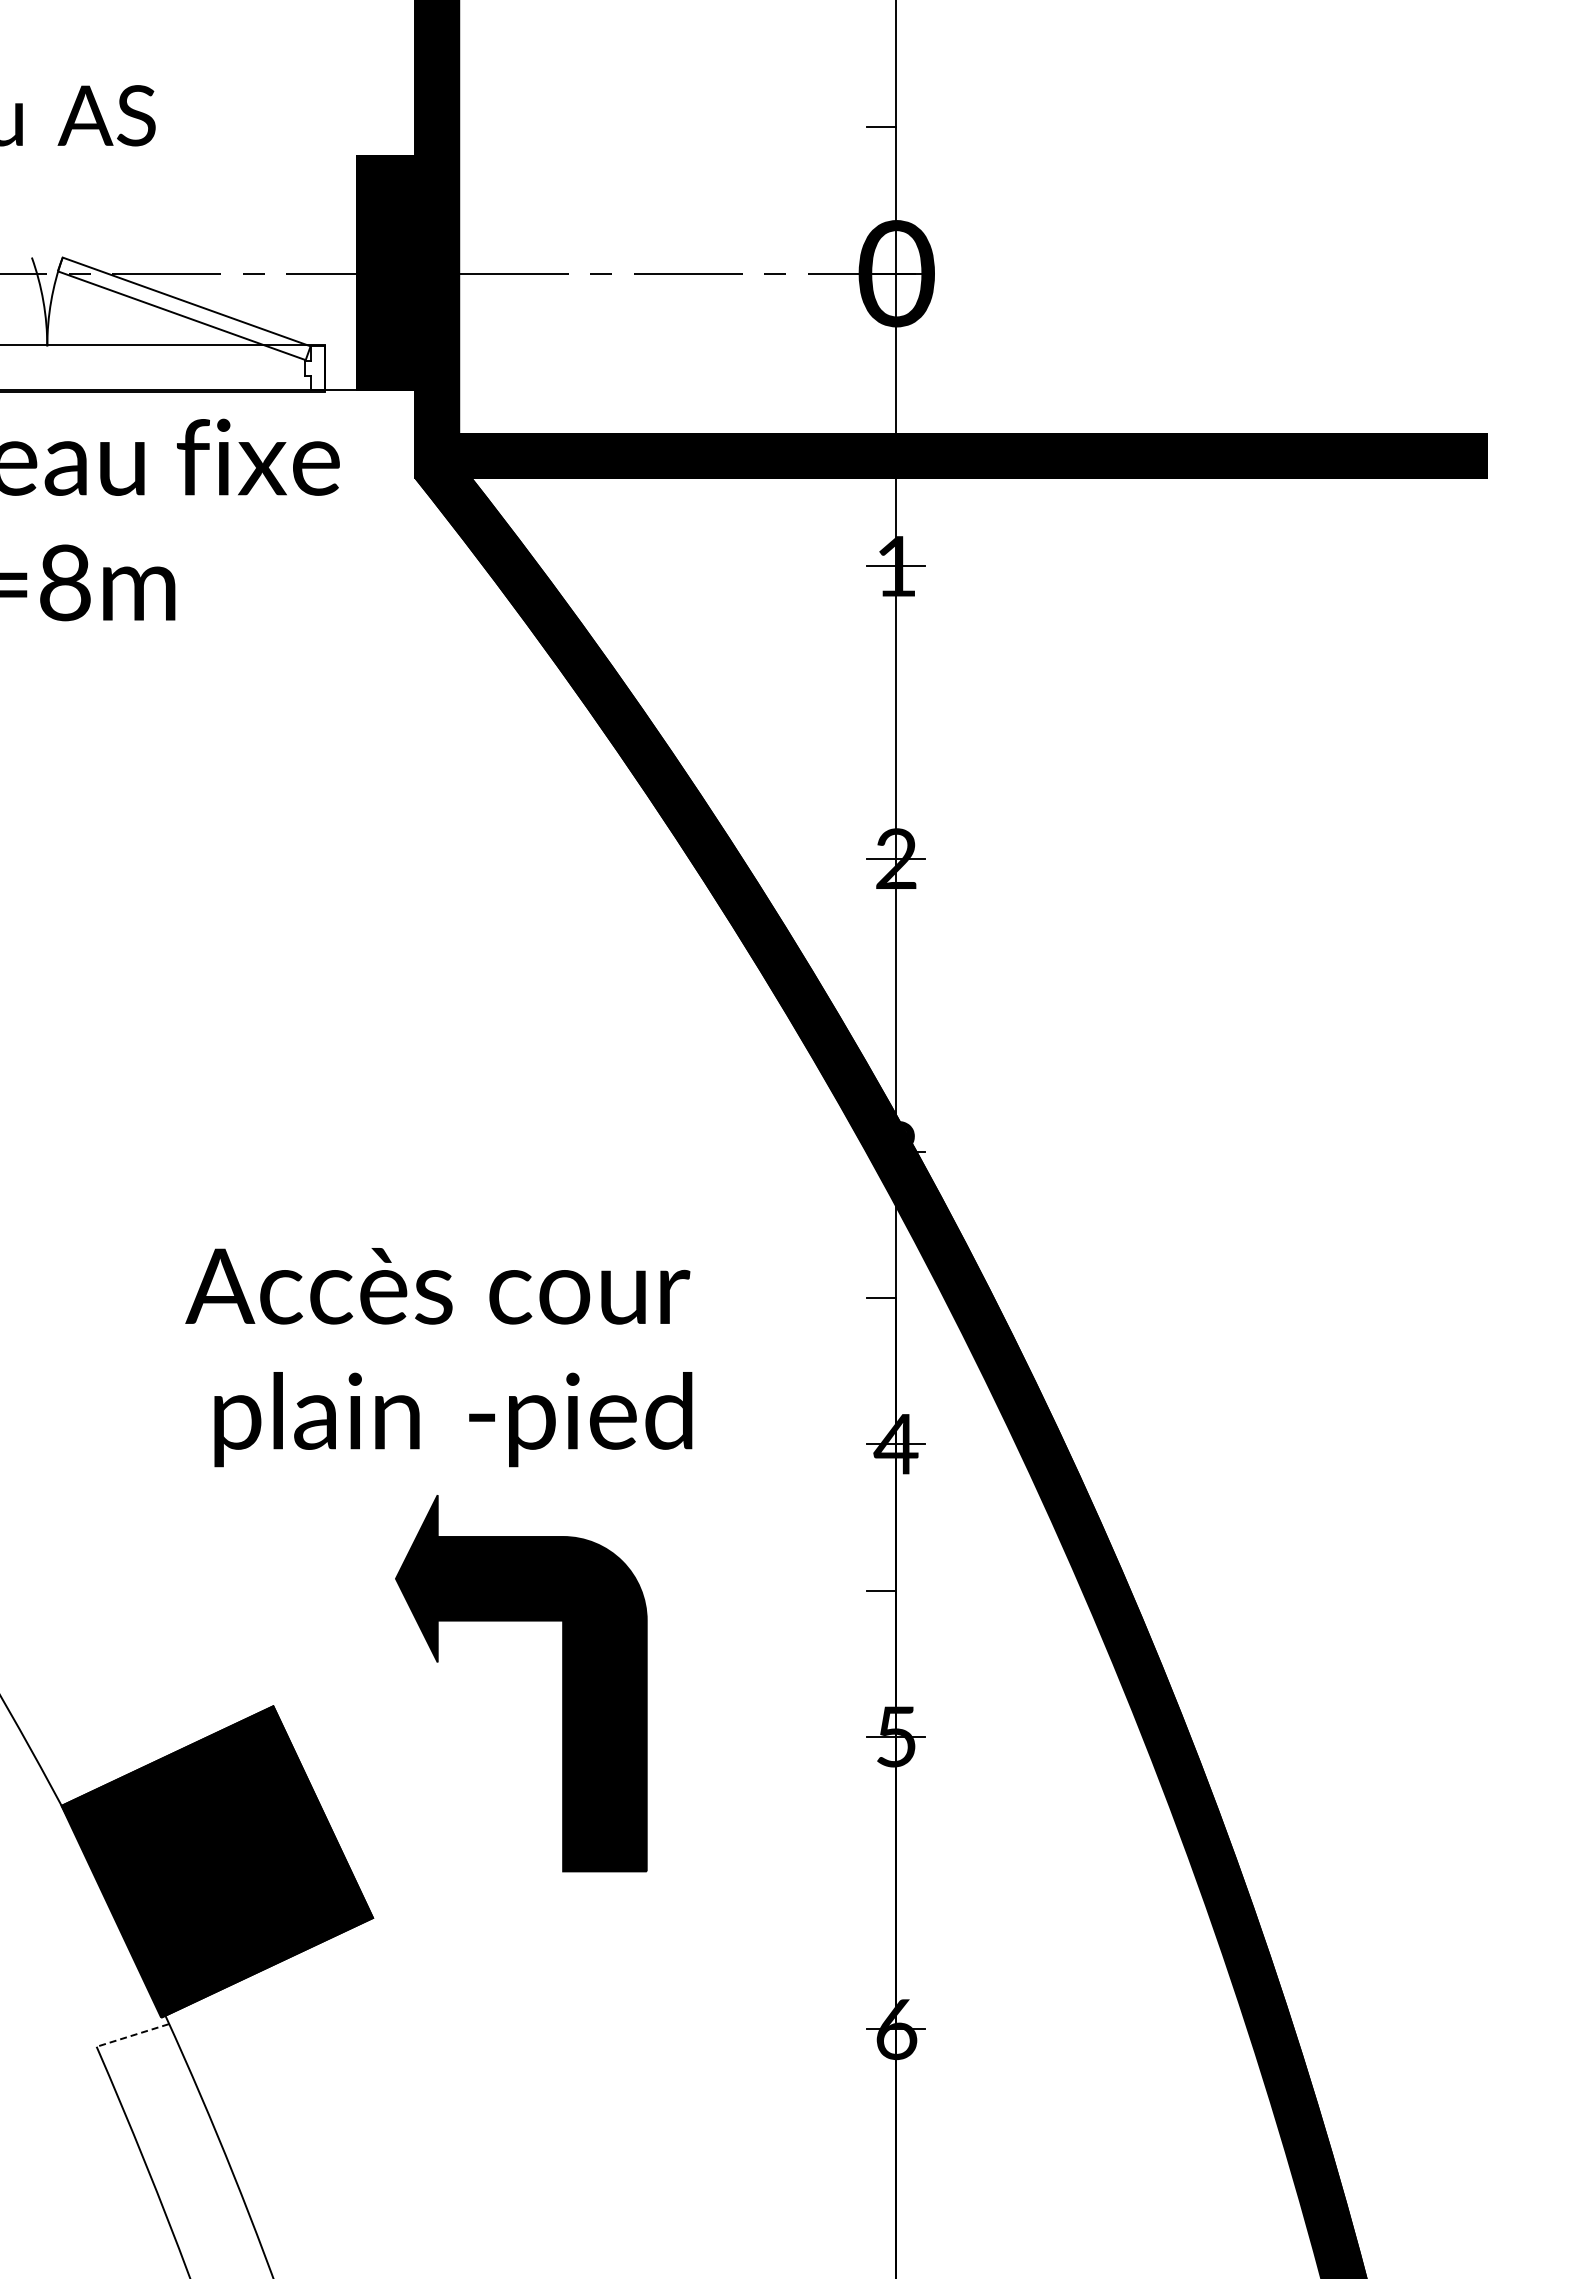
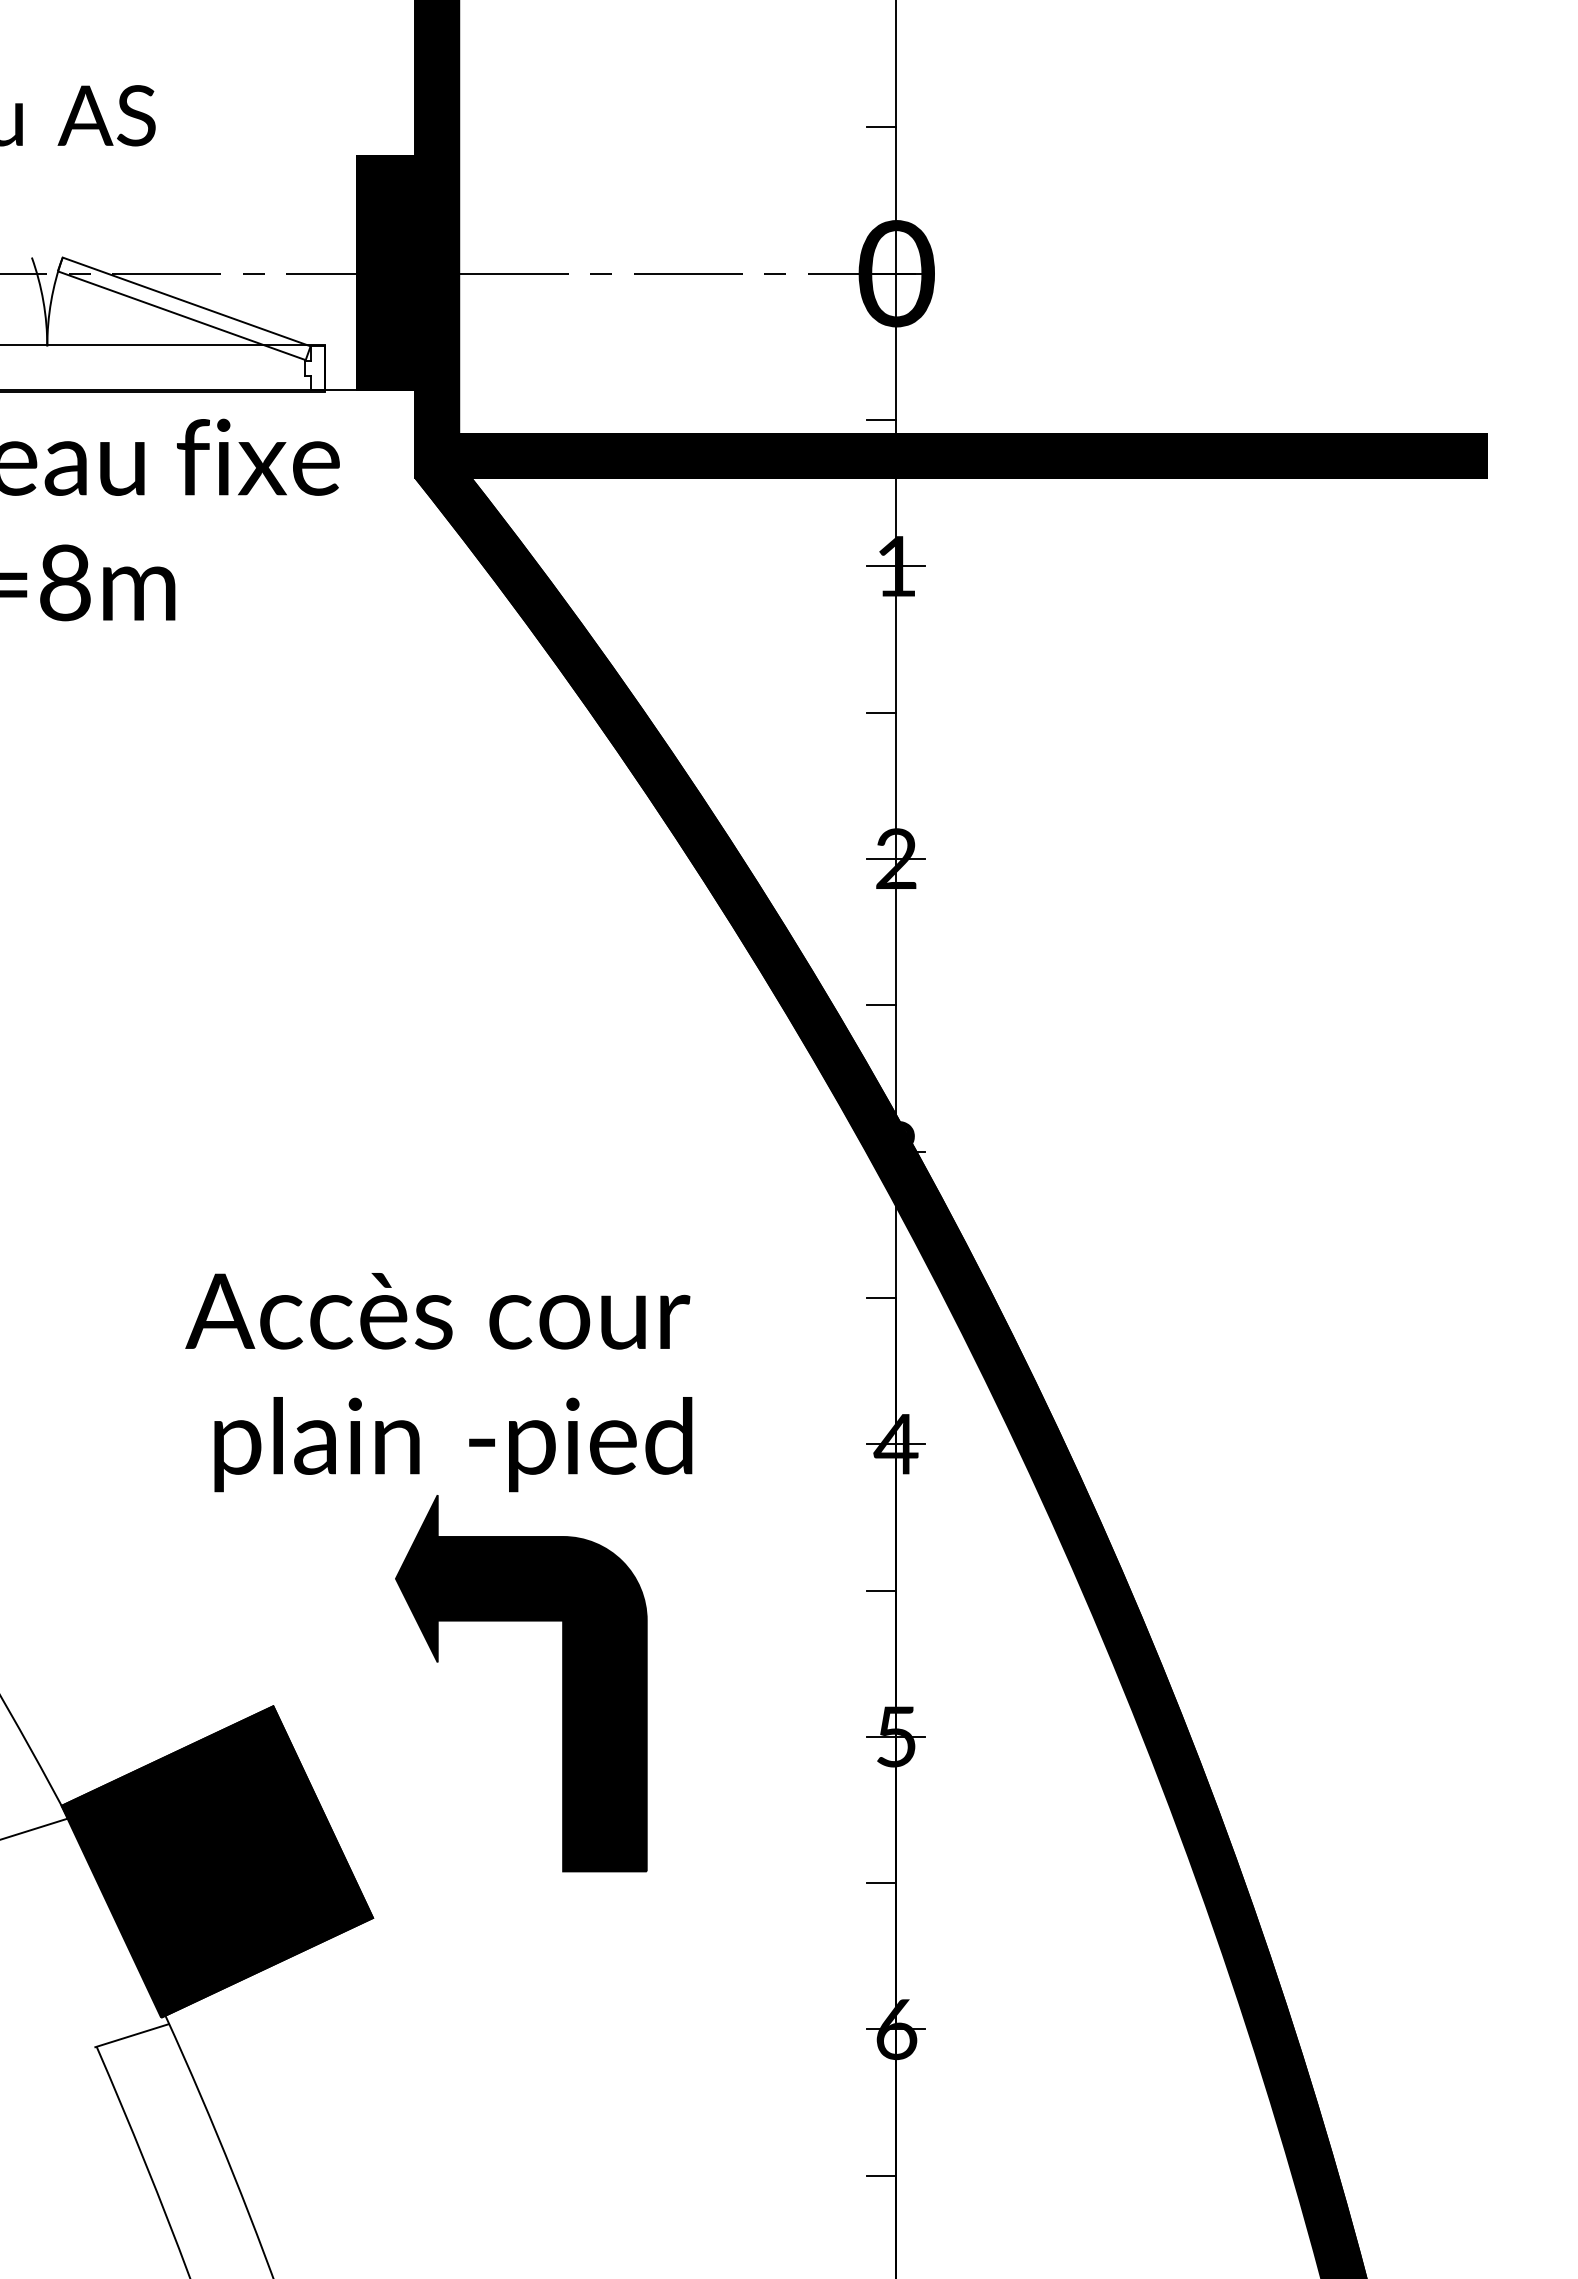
line at (880, 420): none -> present
line at (880, 712): none -> present
line at (880, 1005): none -> present
text at (438, 1357) position: (438, 1357) -> (438, 1382)
line at (35, 1828): none -> present
line at (880, 1883): none -> present
line at (132, 2035): dashed -> solid
line at (880, 2175): none -> present
